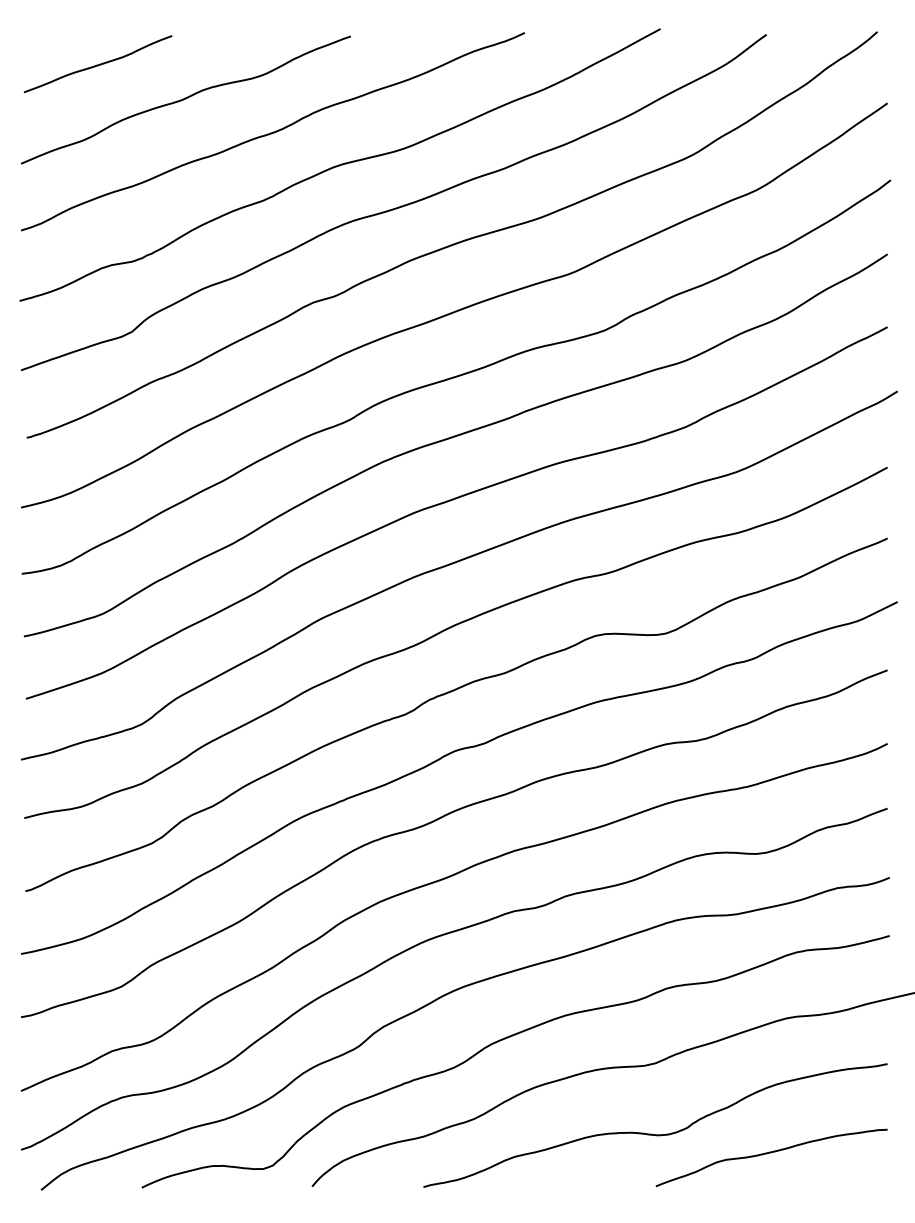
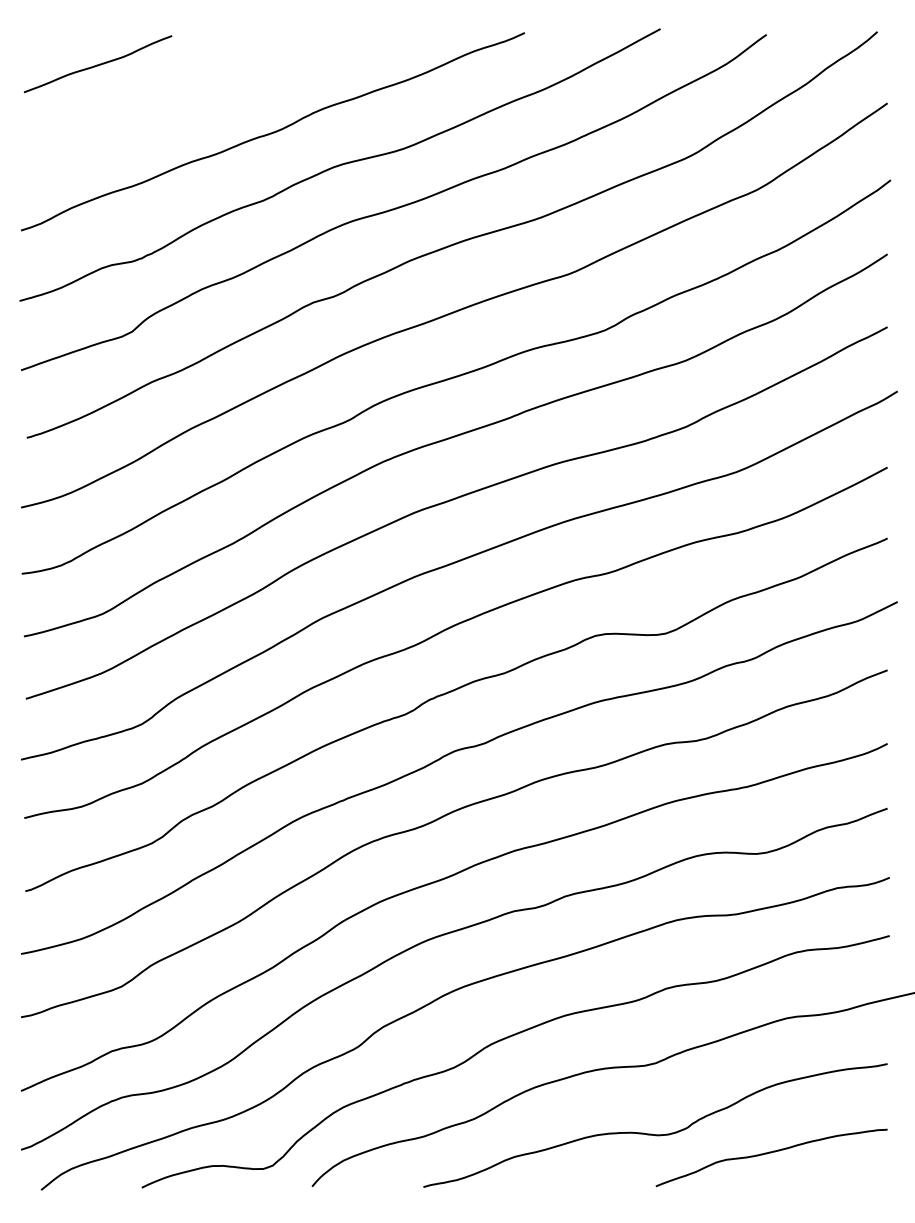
curve at (185, 99): present -> none
